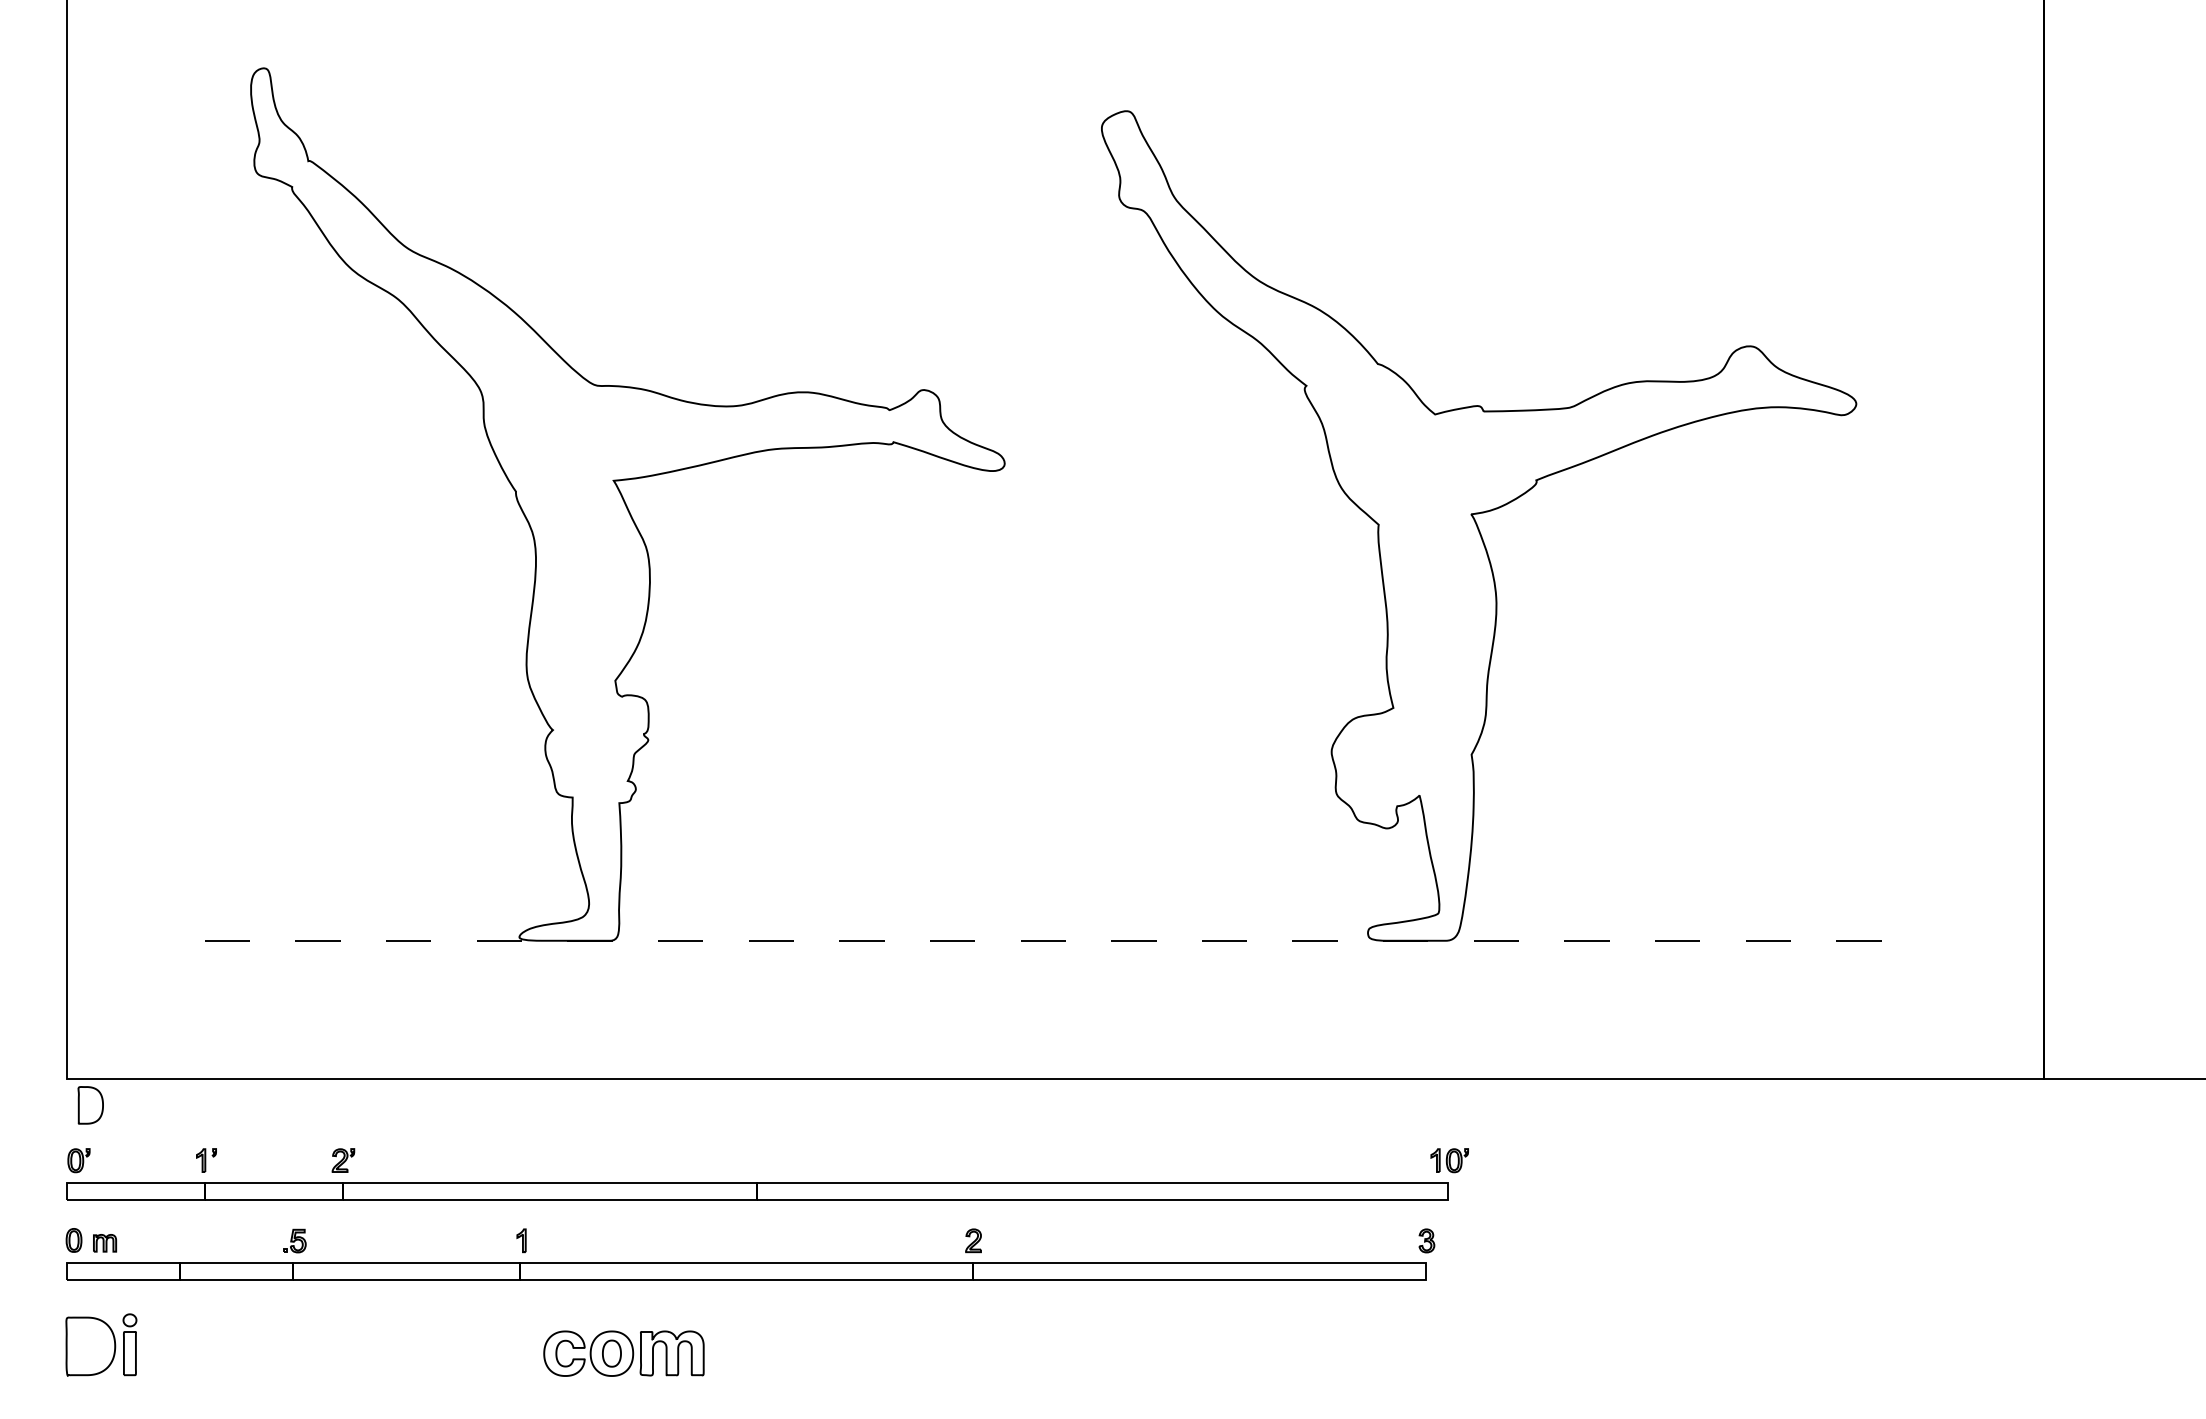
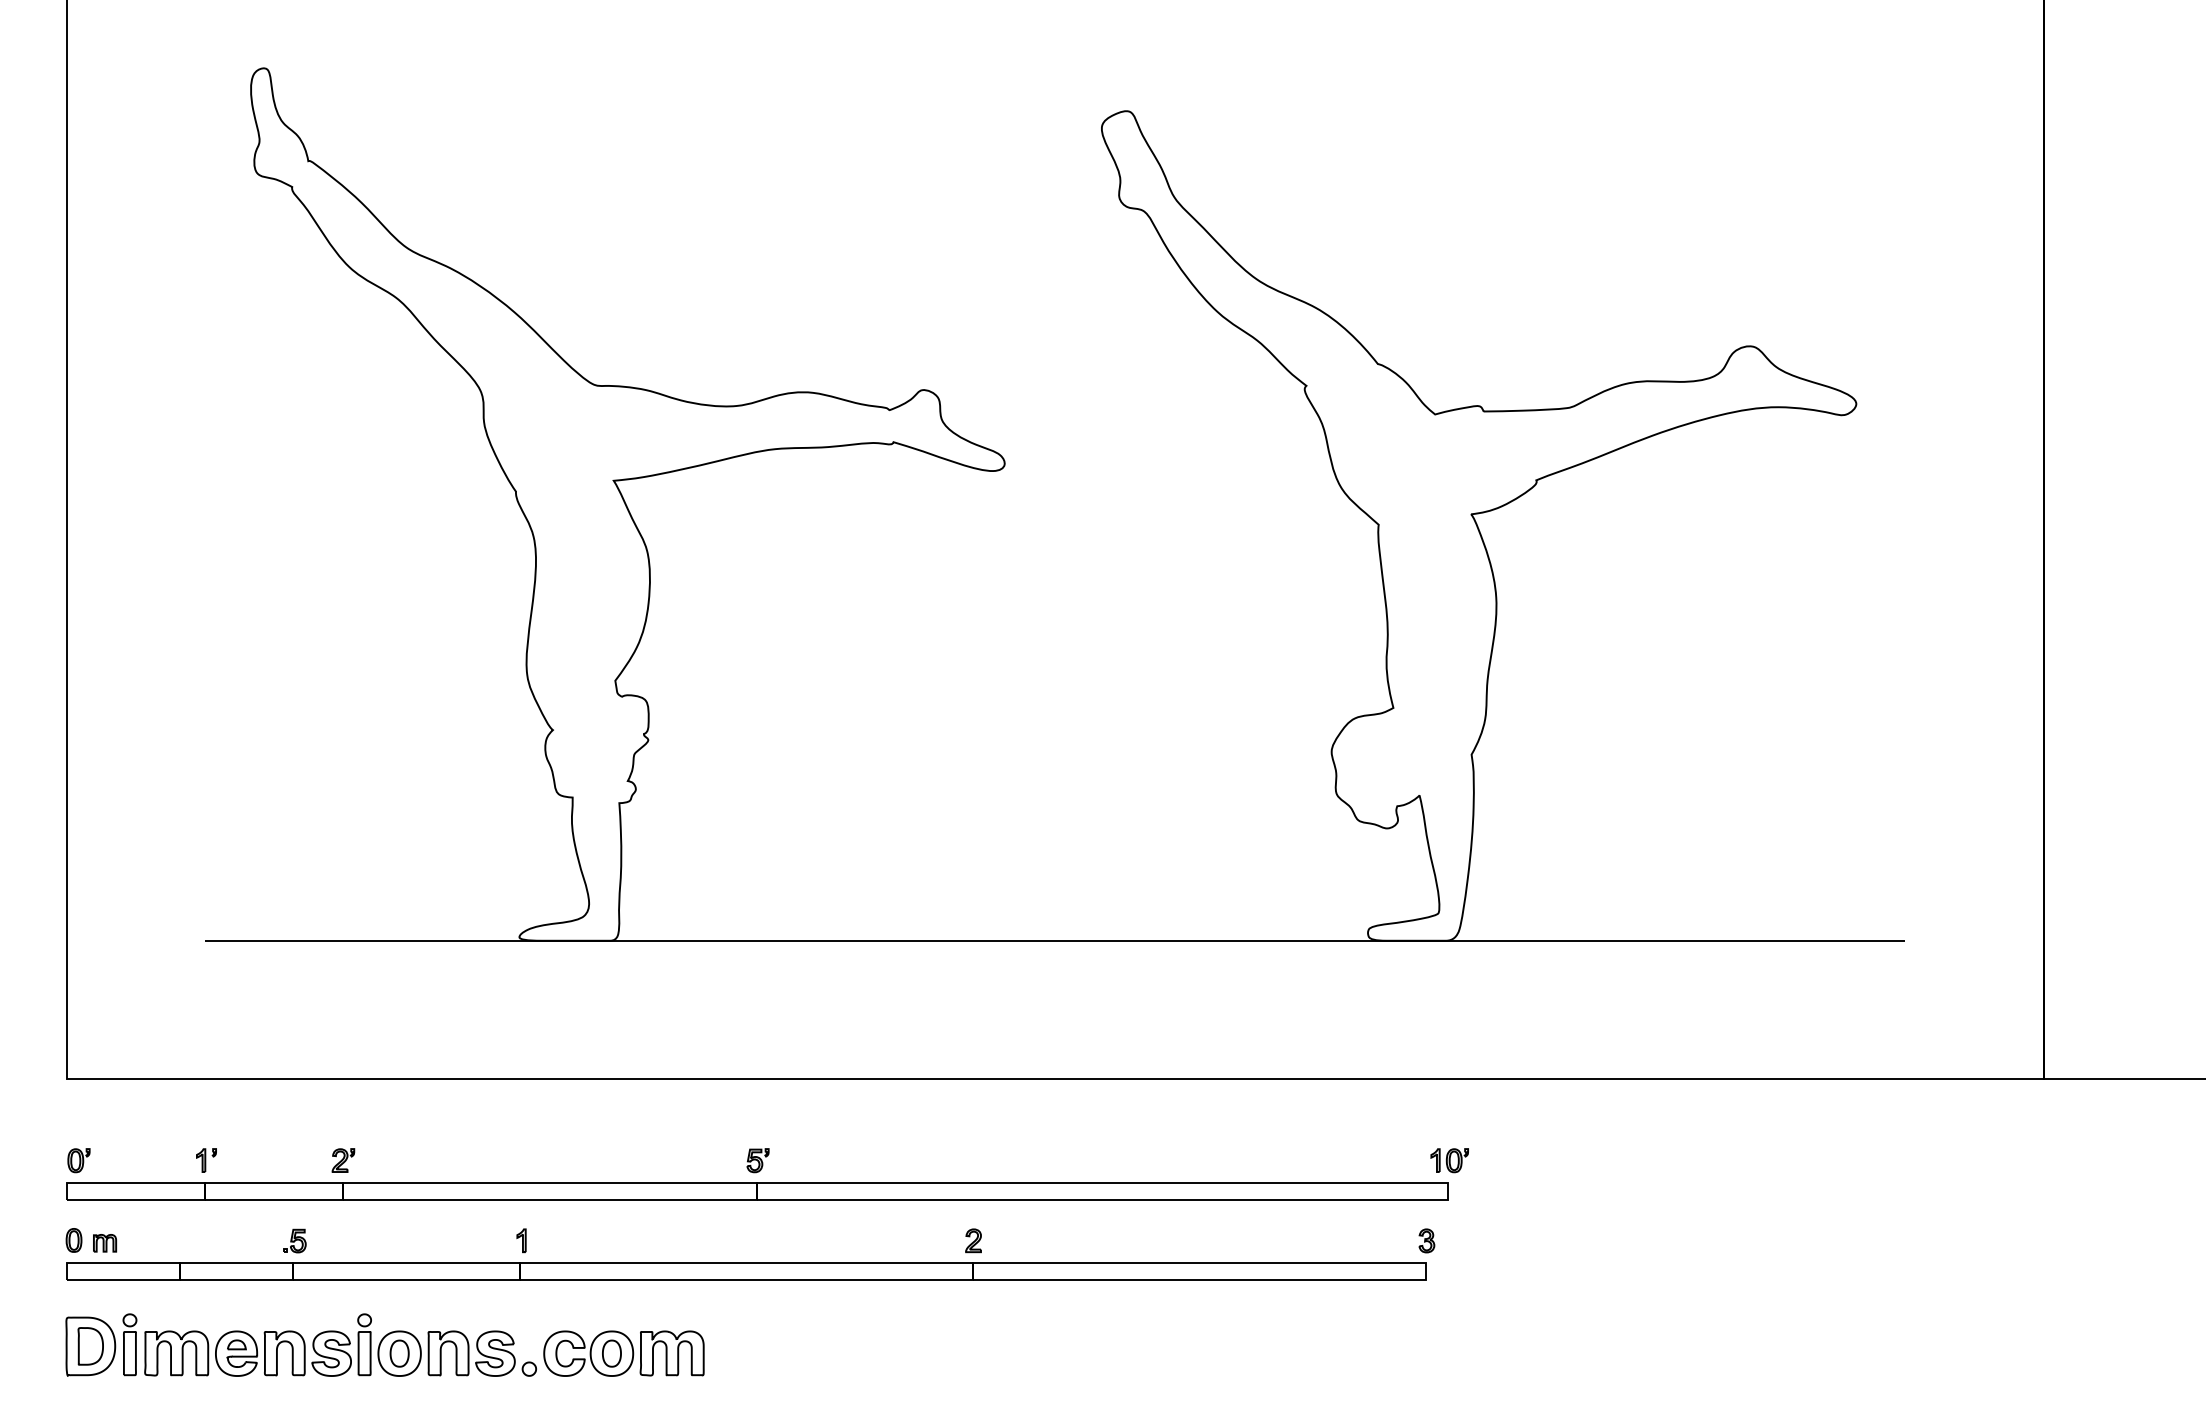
line at (1055, 940): dashed -> solid
part at (90, 1105) position: (90, 1105) -> (90, 1346)
part at (757, 1160): none -> present
part at (340, 1344): none -> present
